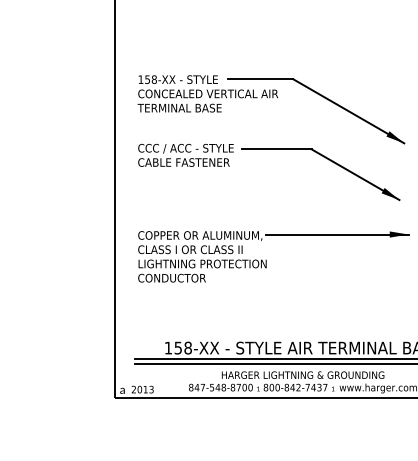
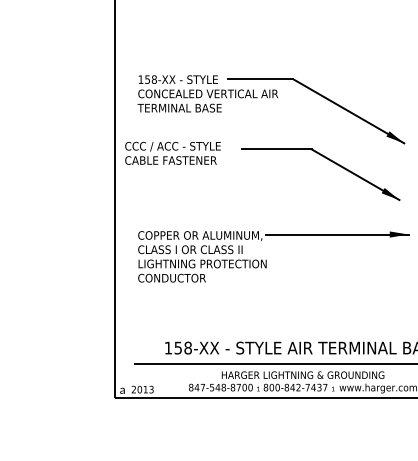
text at (185, 155) position: (185, 155) -> (172, 153)
line at (274, 358): present -> none
